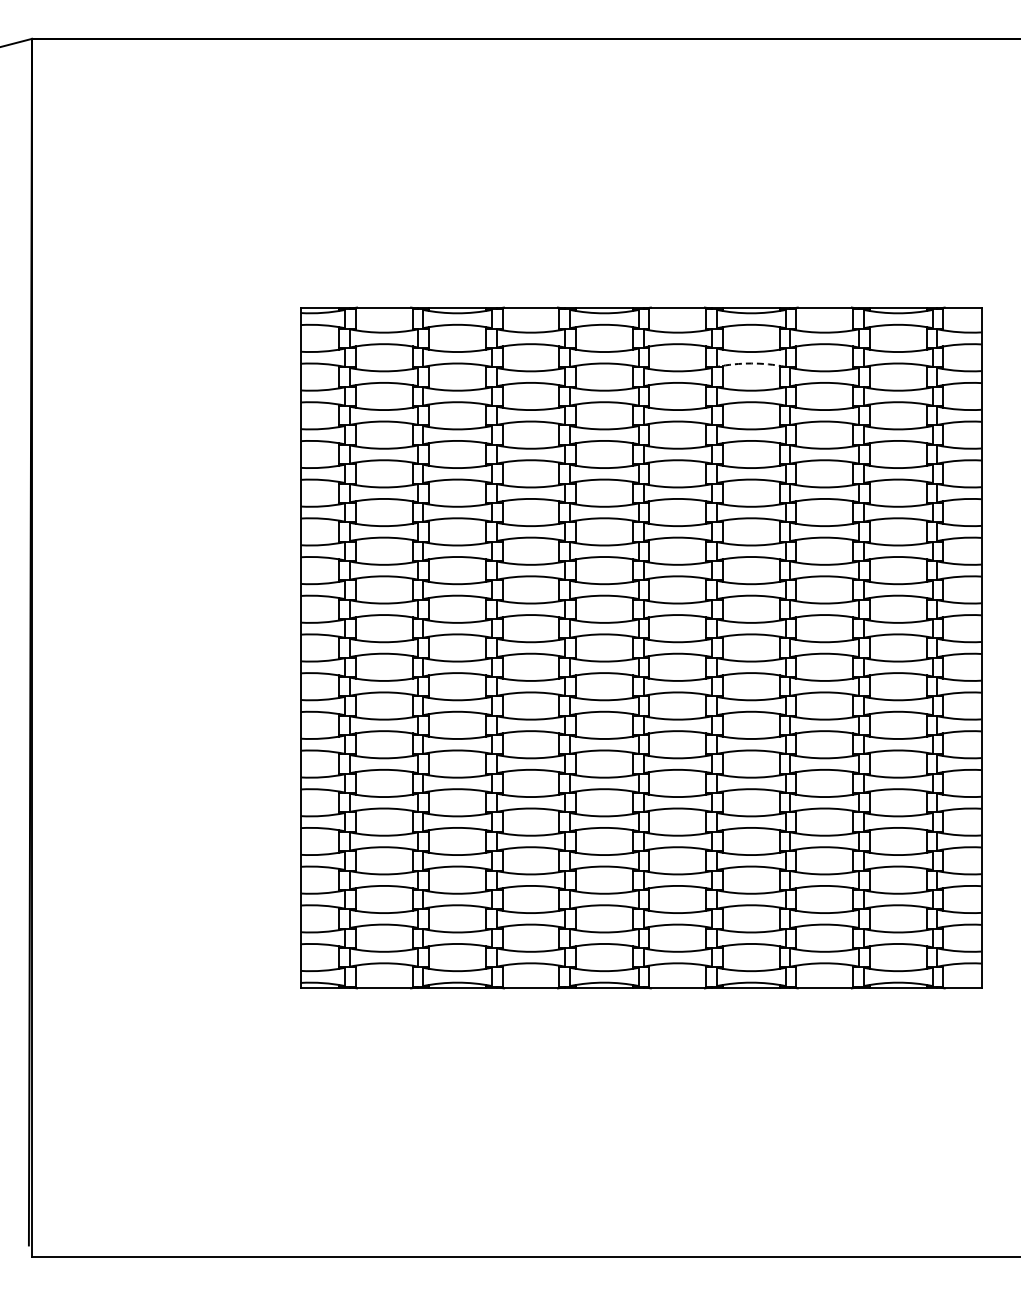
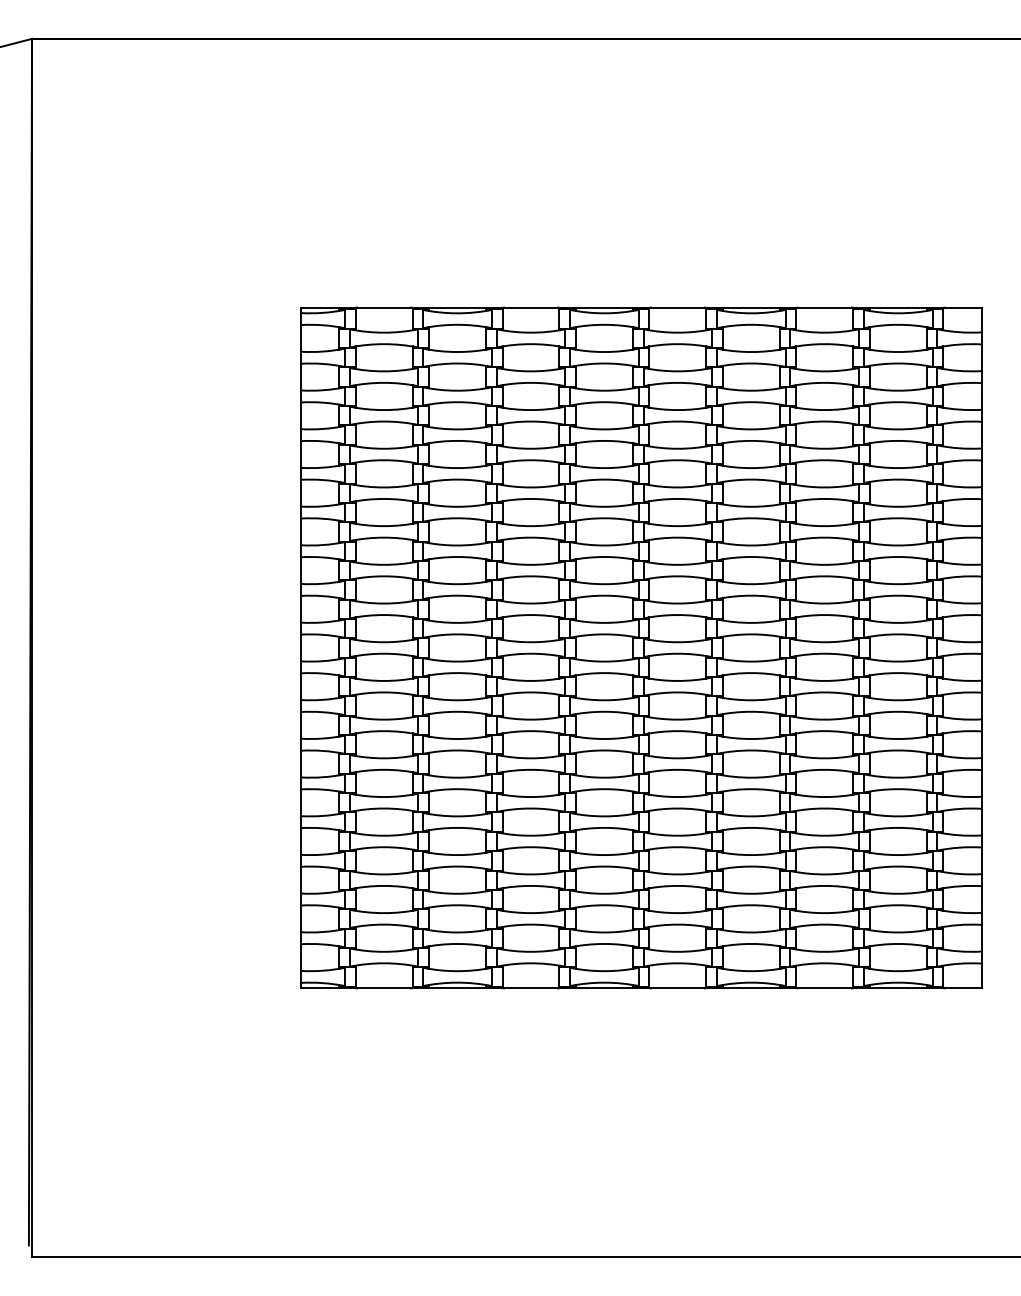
arc at (751, 363): dashed -> solid
